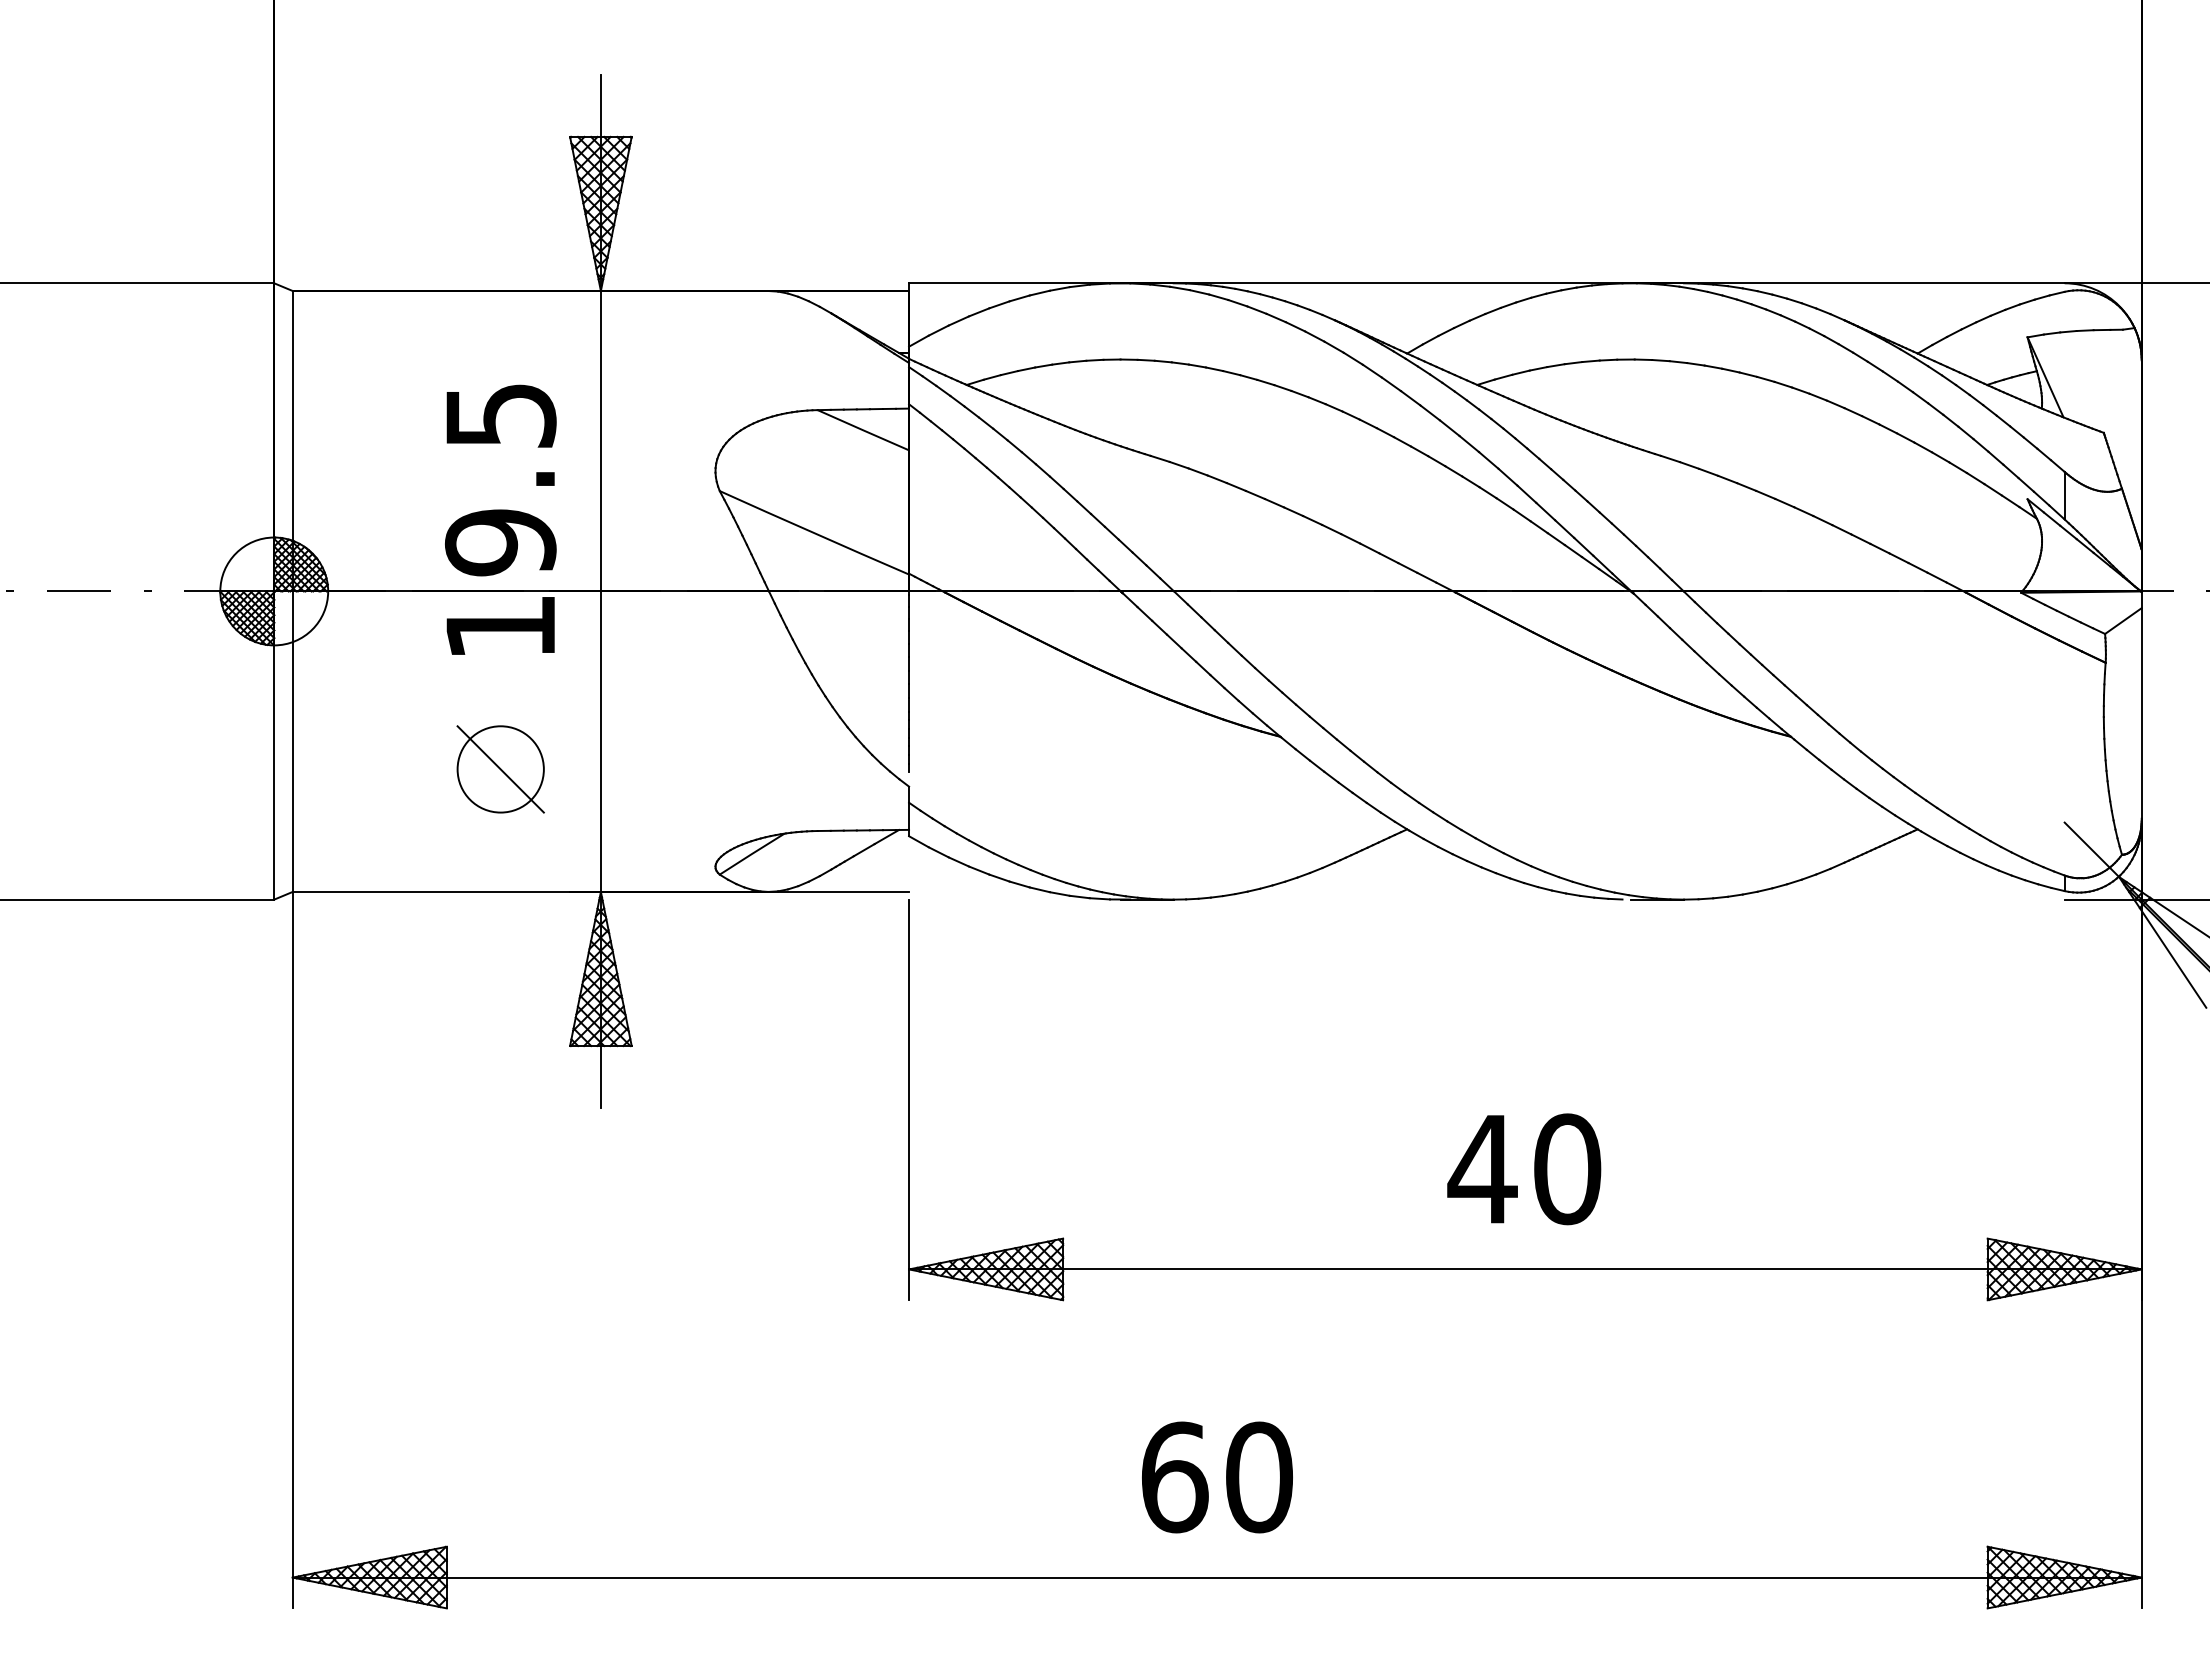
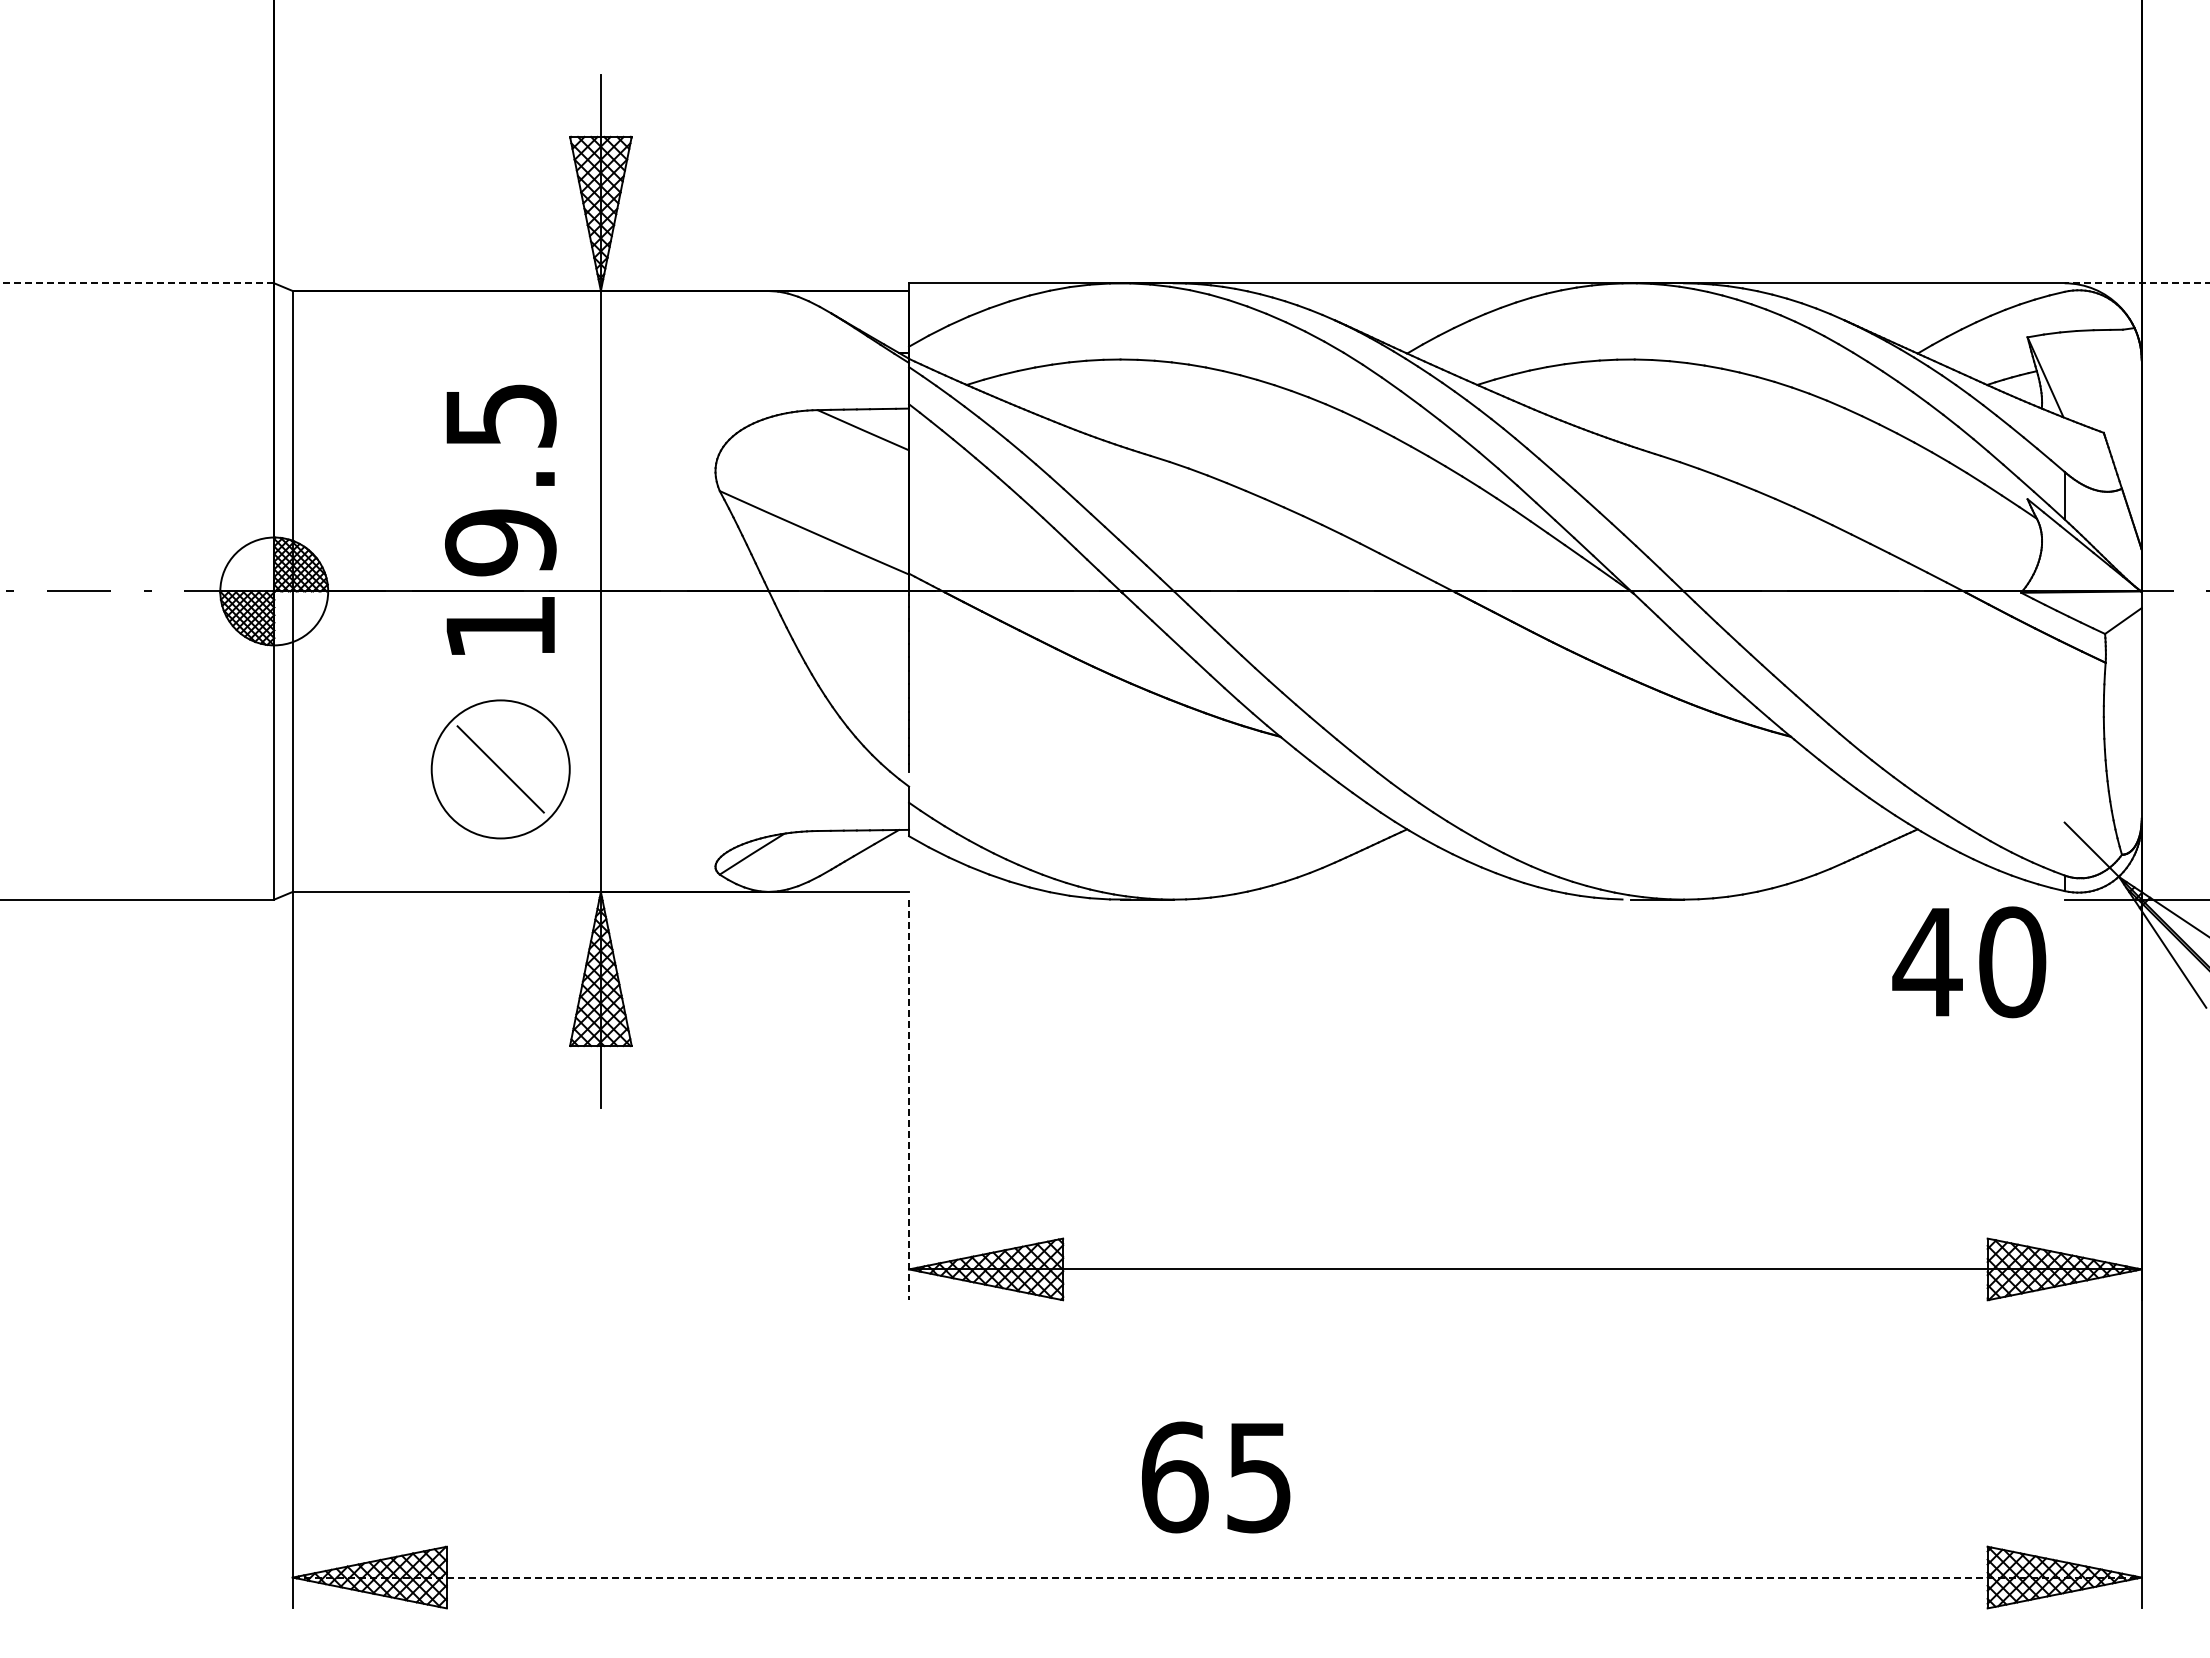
line at (137, 283): solid -> dashed
line at (2136, 283): solid -> dashed
circle at (500, 769) diameter: 86 px -> 138 px
line at (909, 1100): solid -> dashed
text at (1524, 1169) position: (1524, 1169) -> (1969, 962)
text at (1259, 1477): 60 -> 65
line at (1217, 1577): solid -> dashed
